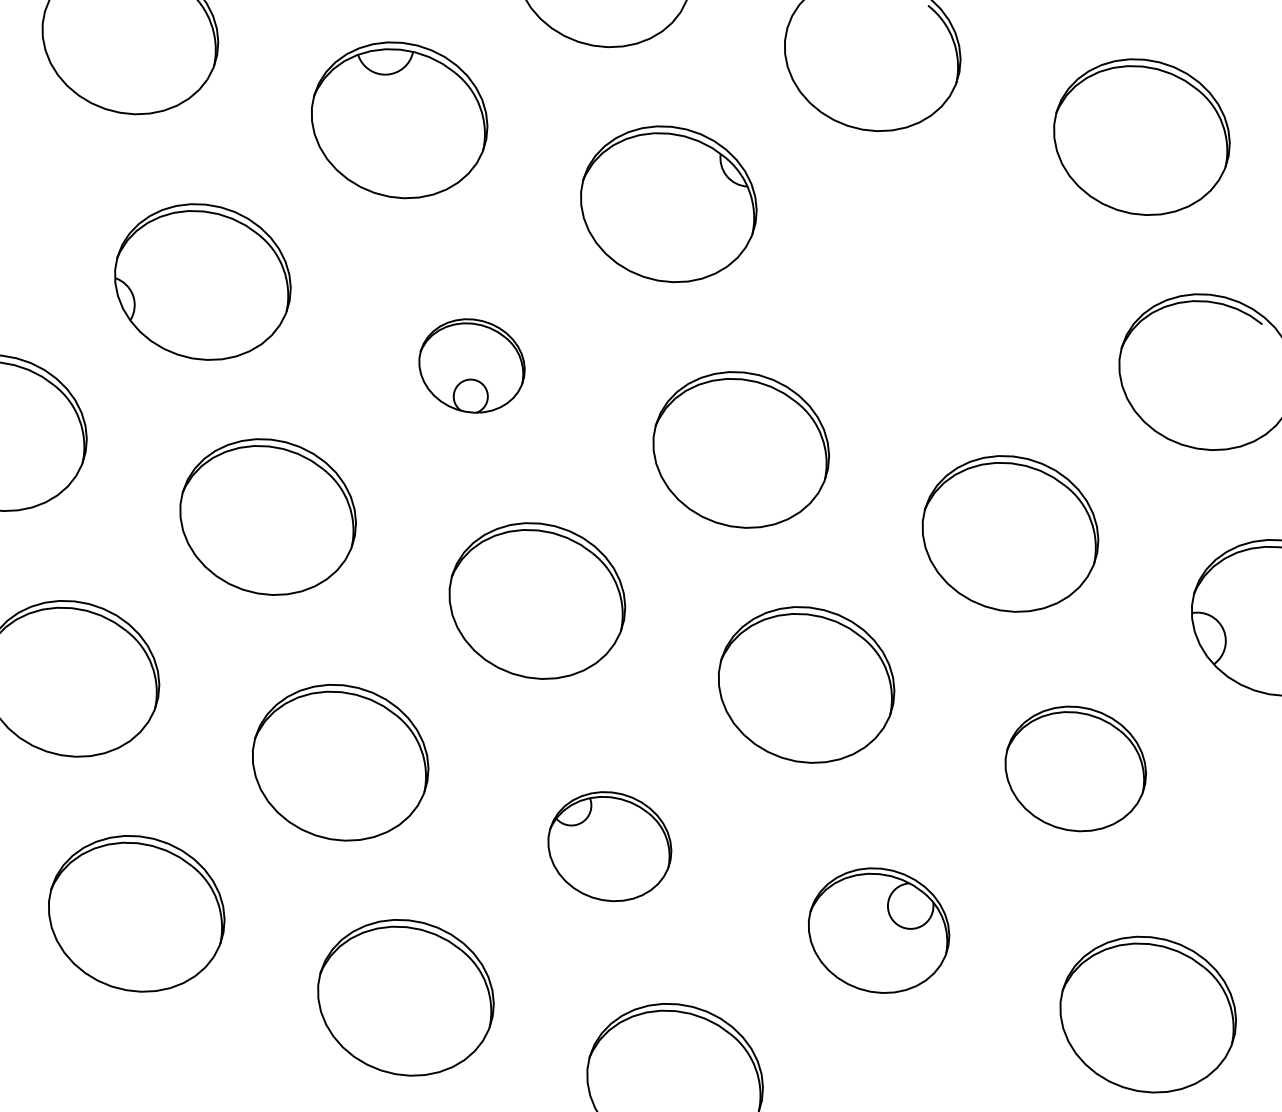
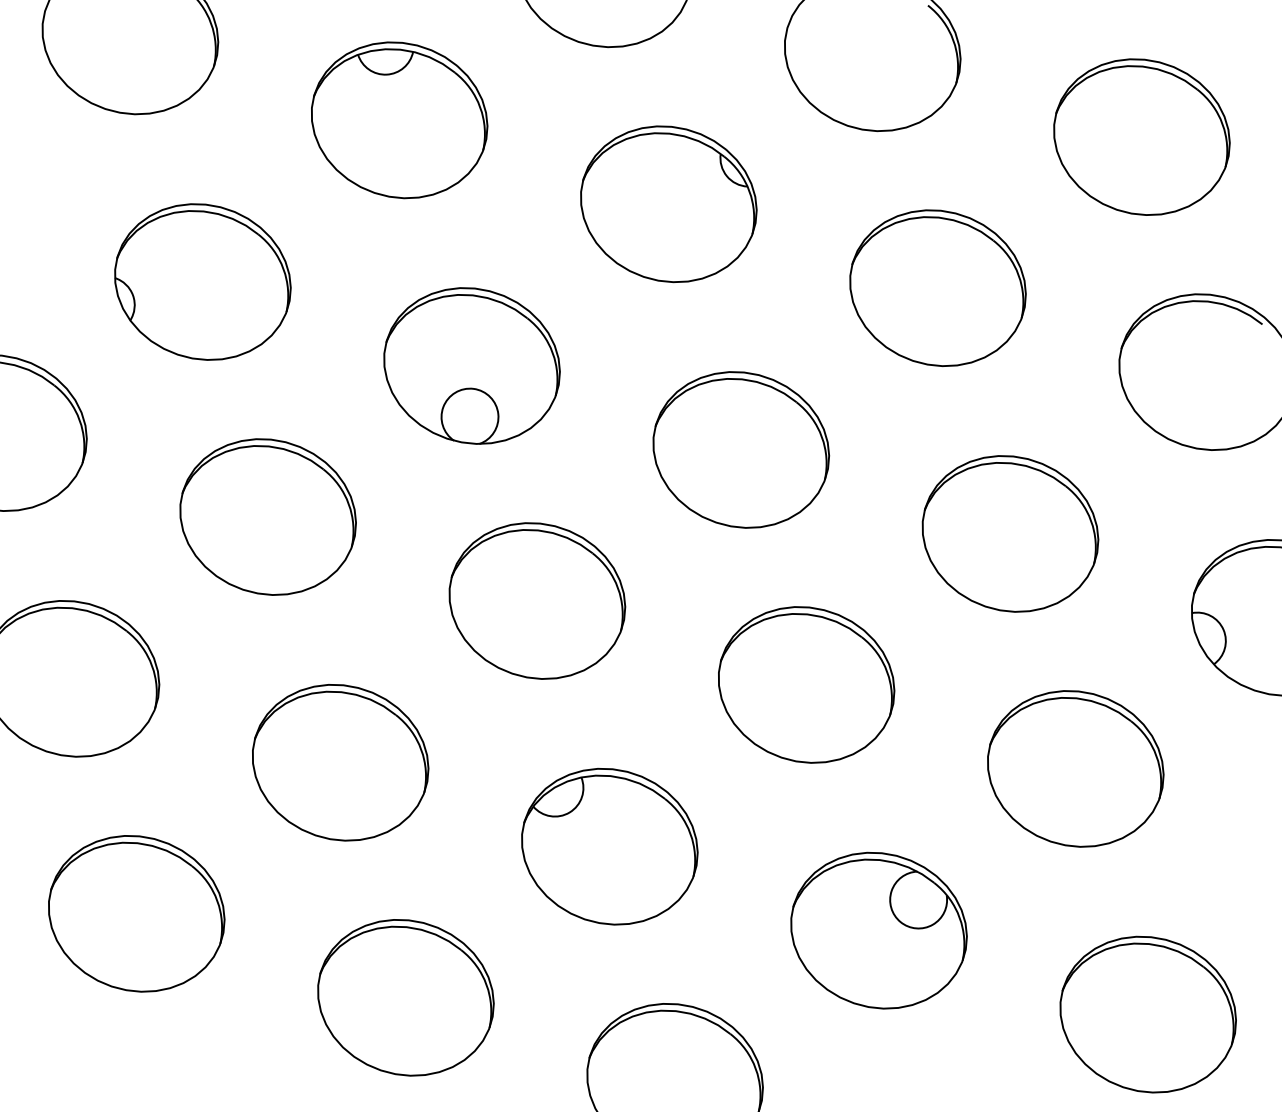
part at (937, 287): none -> present
part at (471, 365) size: 108x96 px -> 178x158 px
part at (1075, 768) size: 143x128 px -> 178x158 px
part at (609, 846) size: 126x112 px -> 178x159 px
part at (879, 930) size: 143x127 px -> 178x159 px
